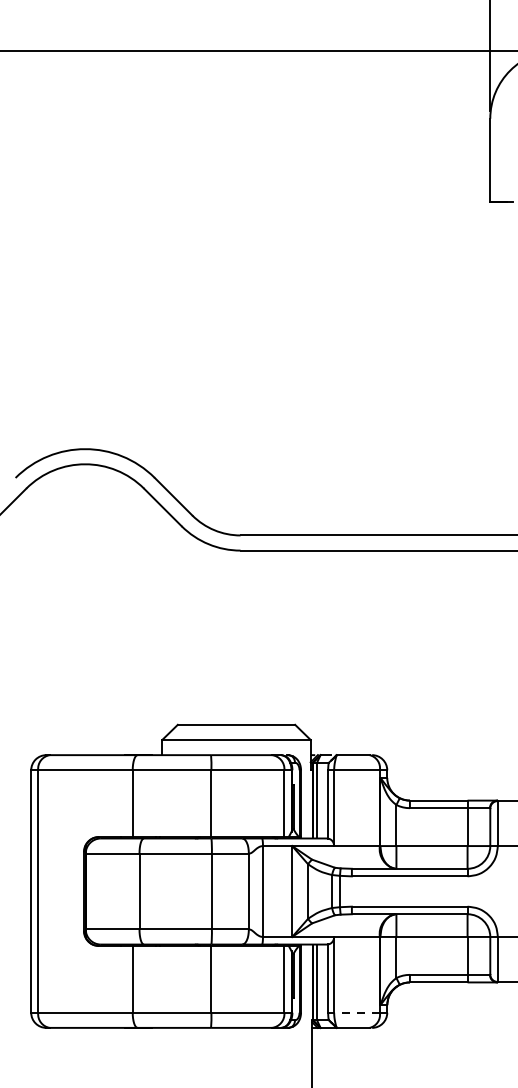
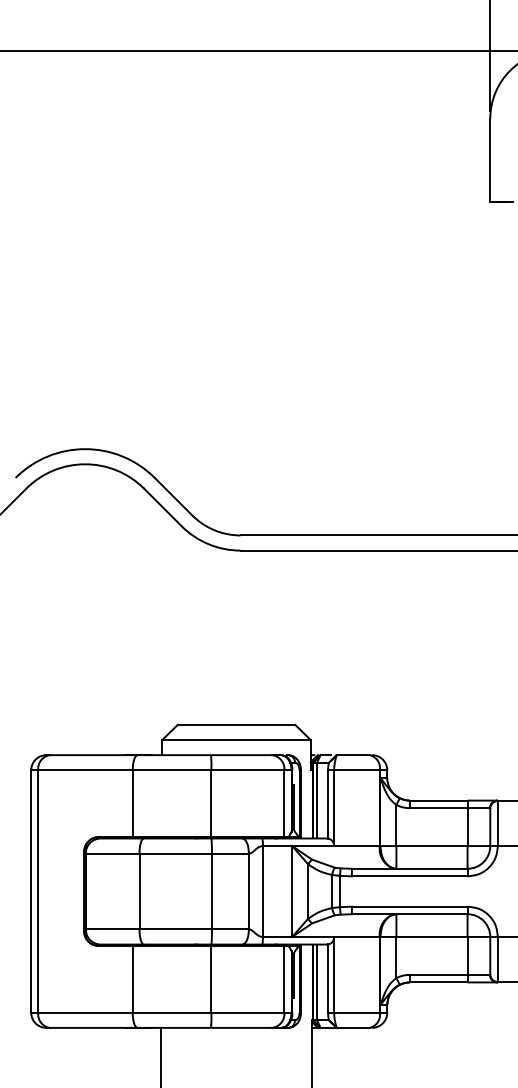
line at (357, 1012): dashed -> solid
line at (160, 1055): none -> present
